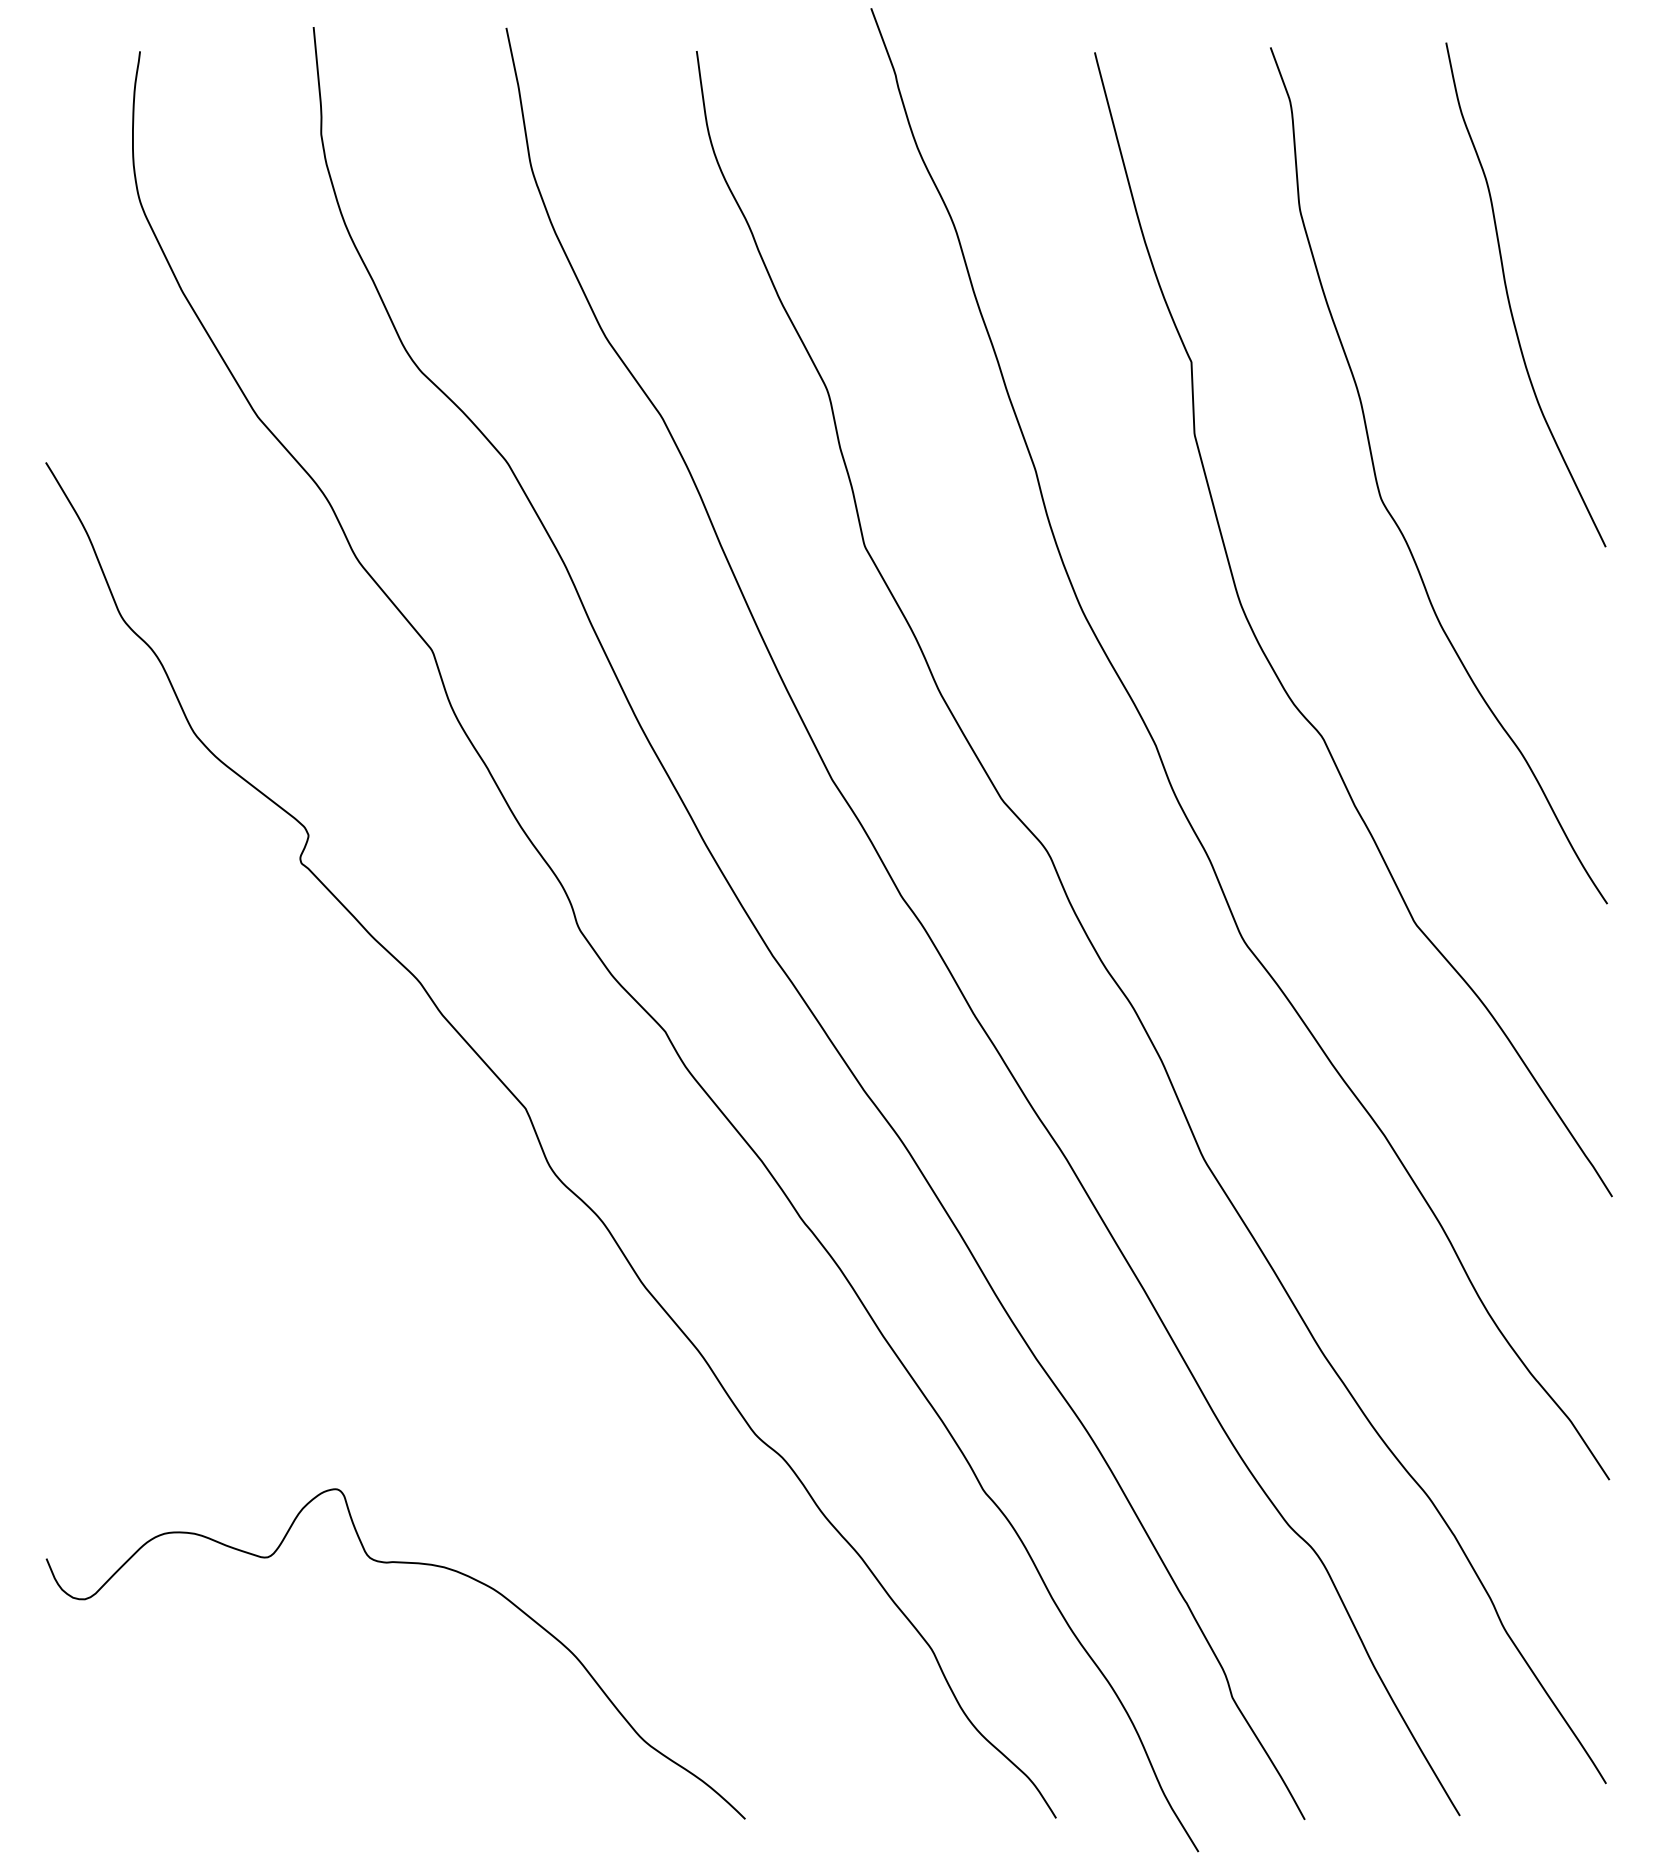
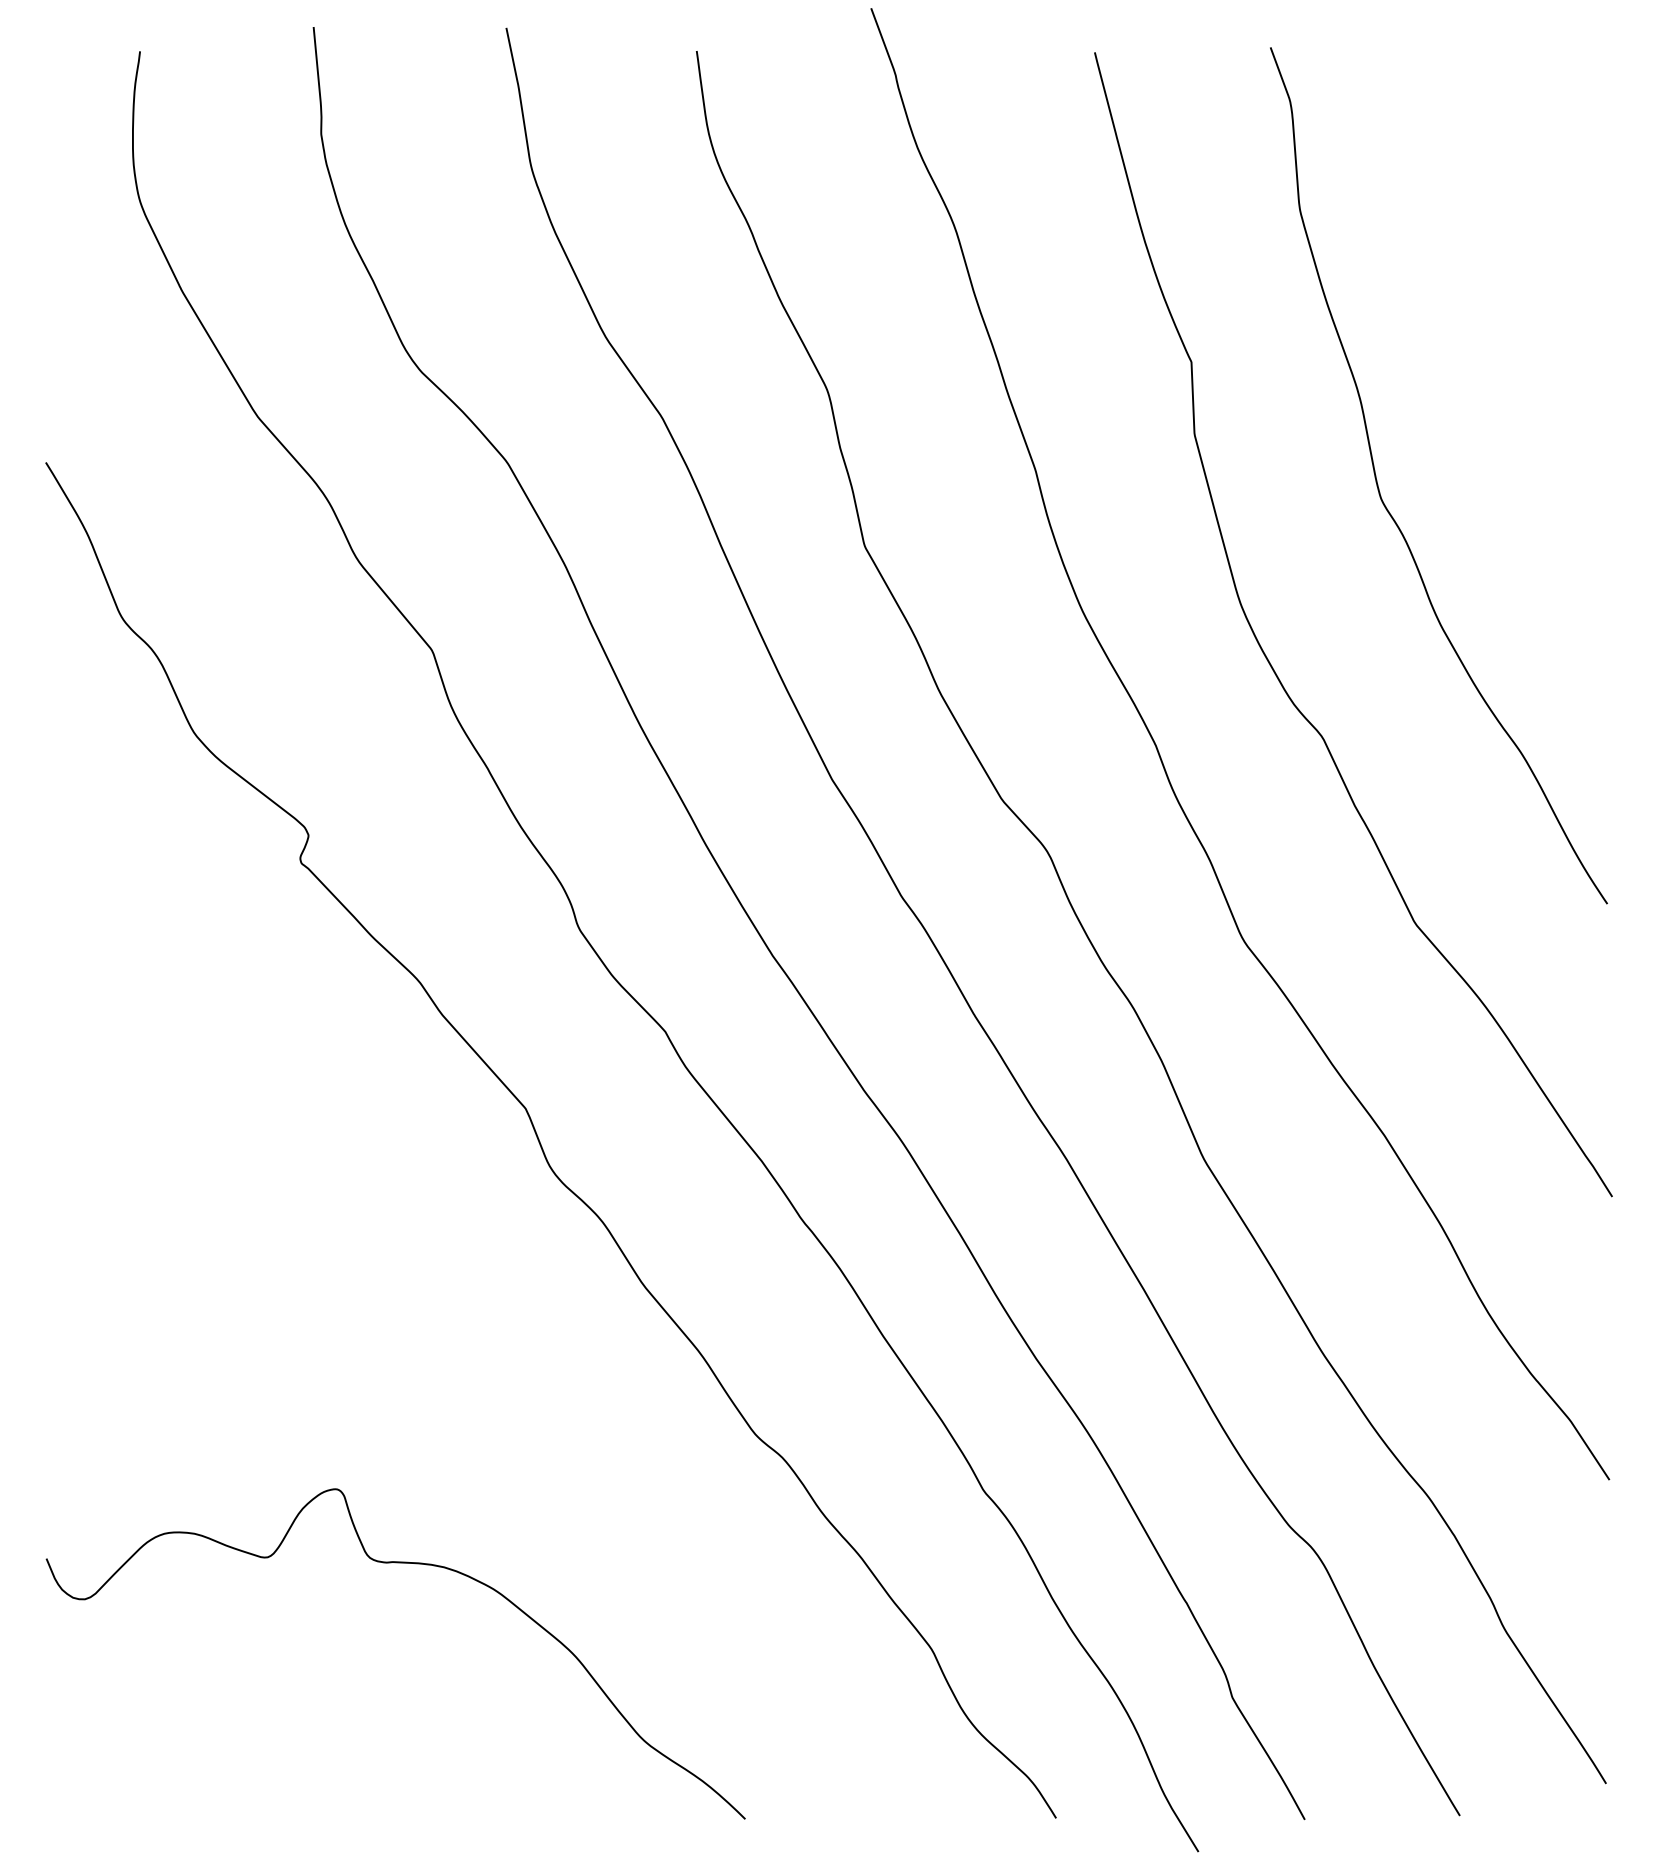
curve at (1509, 298): present -> none
